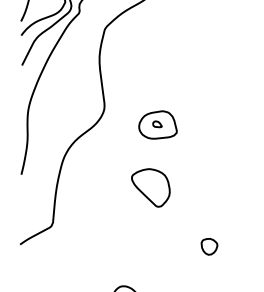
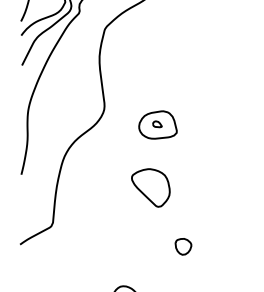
part at (209, 246) position: (209, 246) -> (183, 246)
